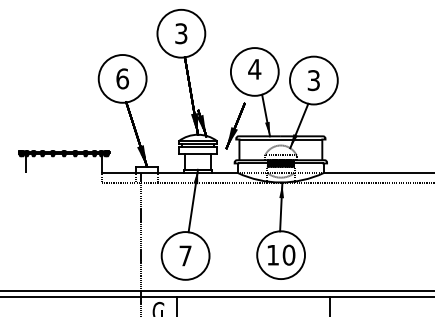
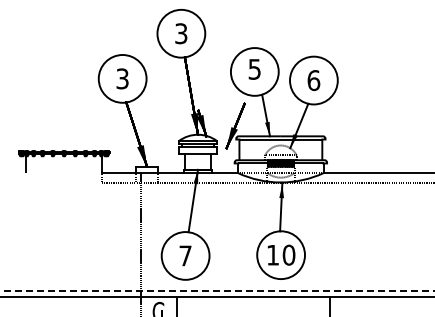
text at (254, 69): 4 -> 5
text at (122, 78): 6 -> 3
text at (313, 80): 3 -> 6
line at (217, 290): solid -> dashed
